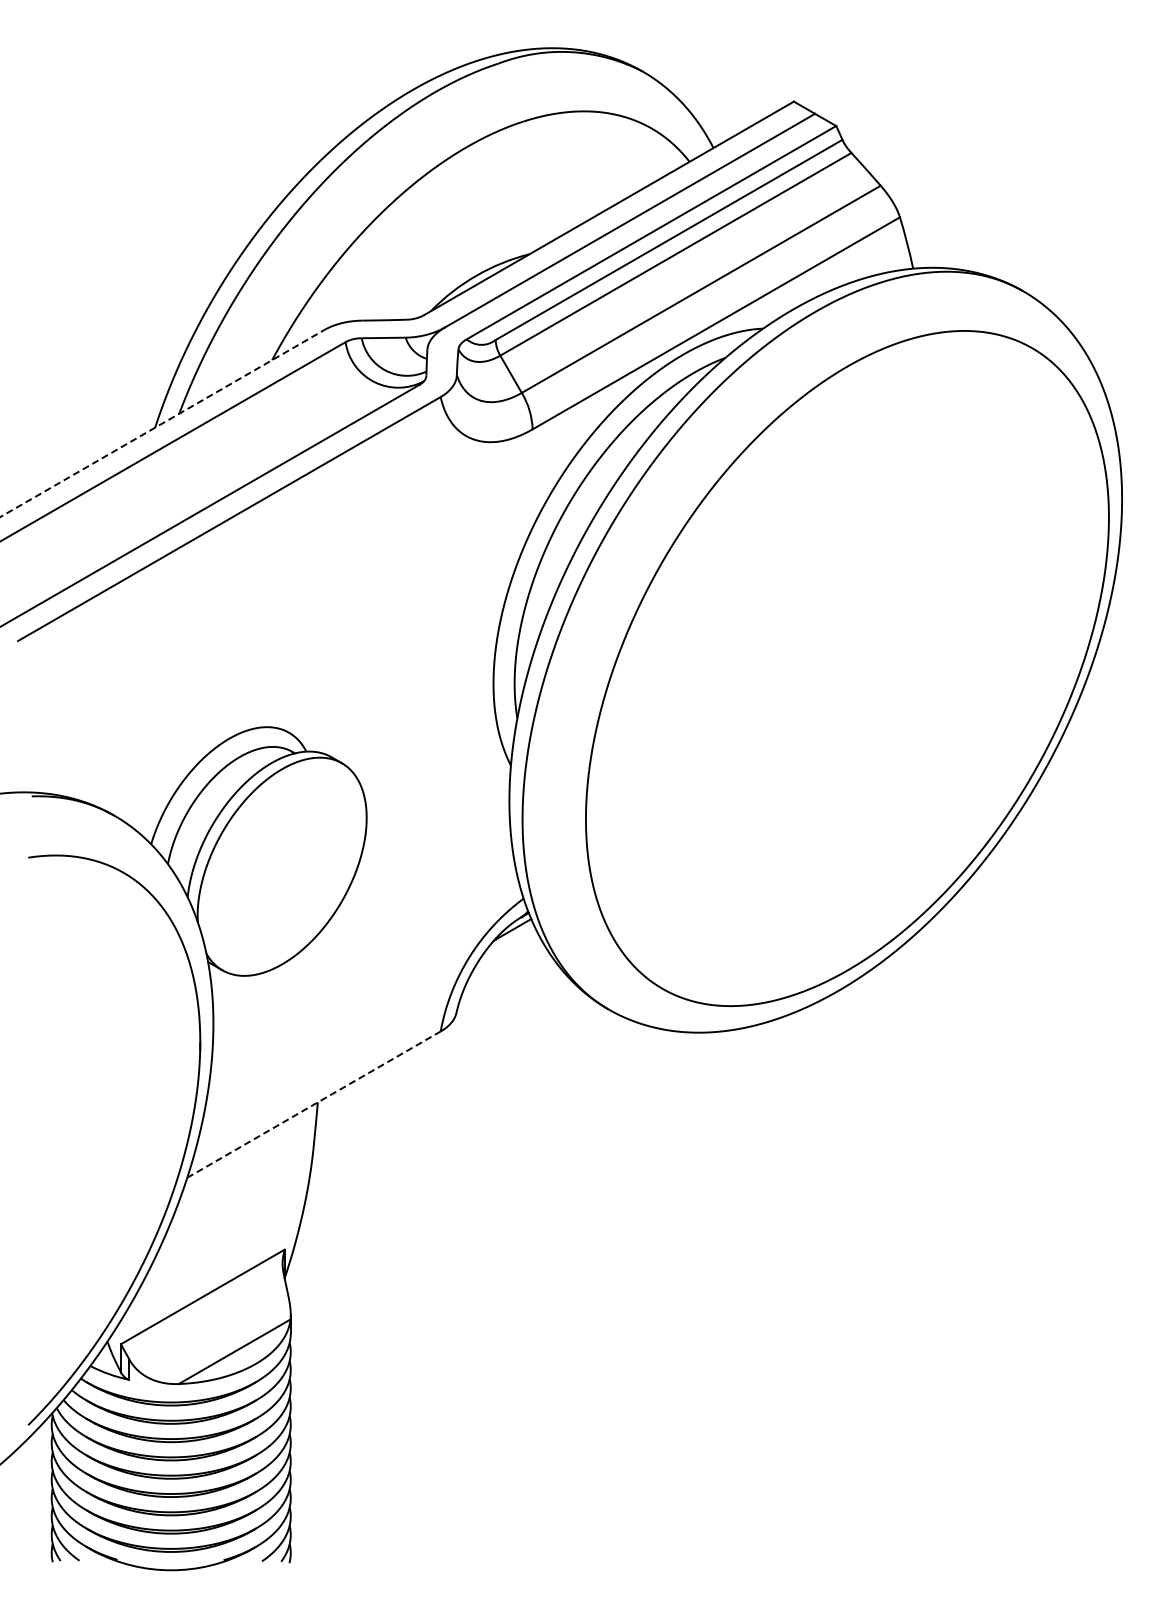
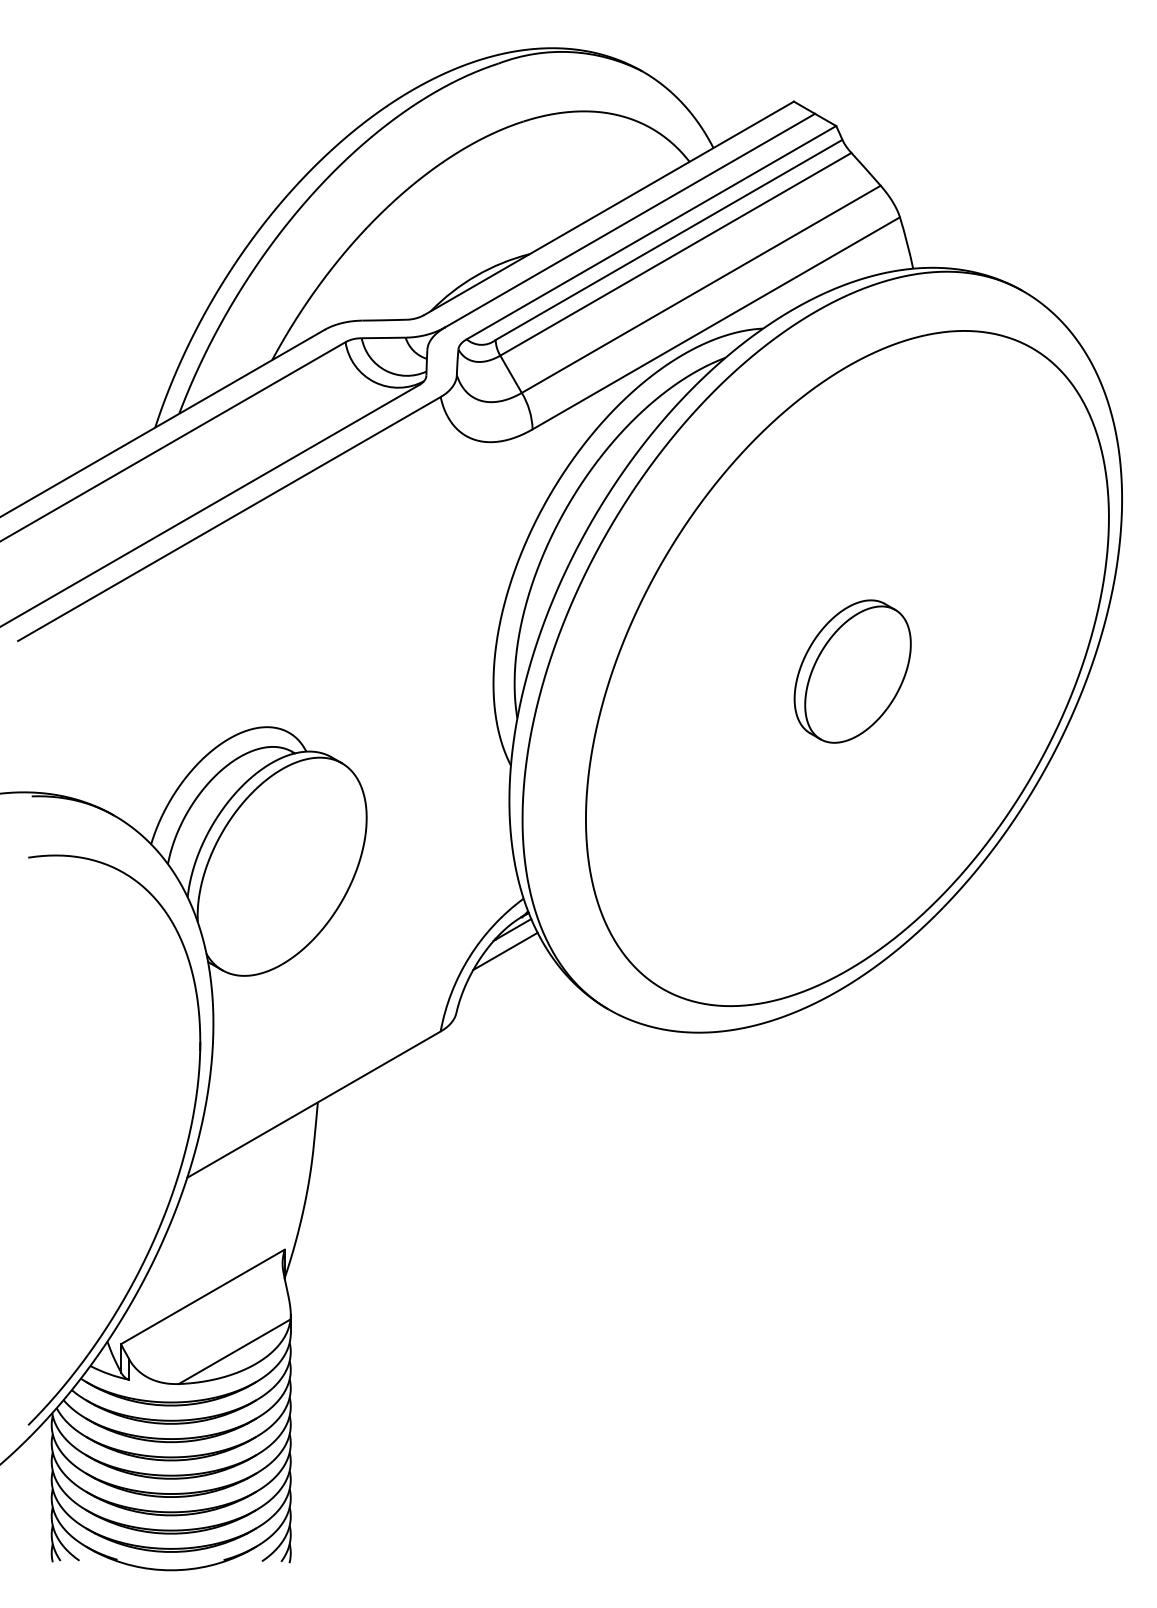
line at (162, 423): dashed -> solid
part at (852, 671): none -> present
line at (505, 950): none -> present
line at (314, 1104): dashed -> solid
